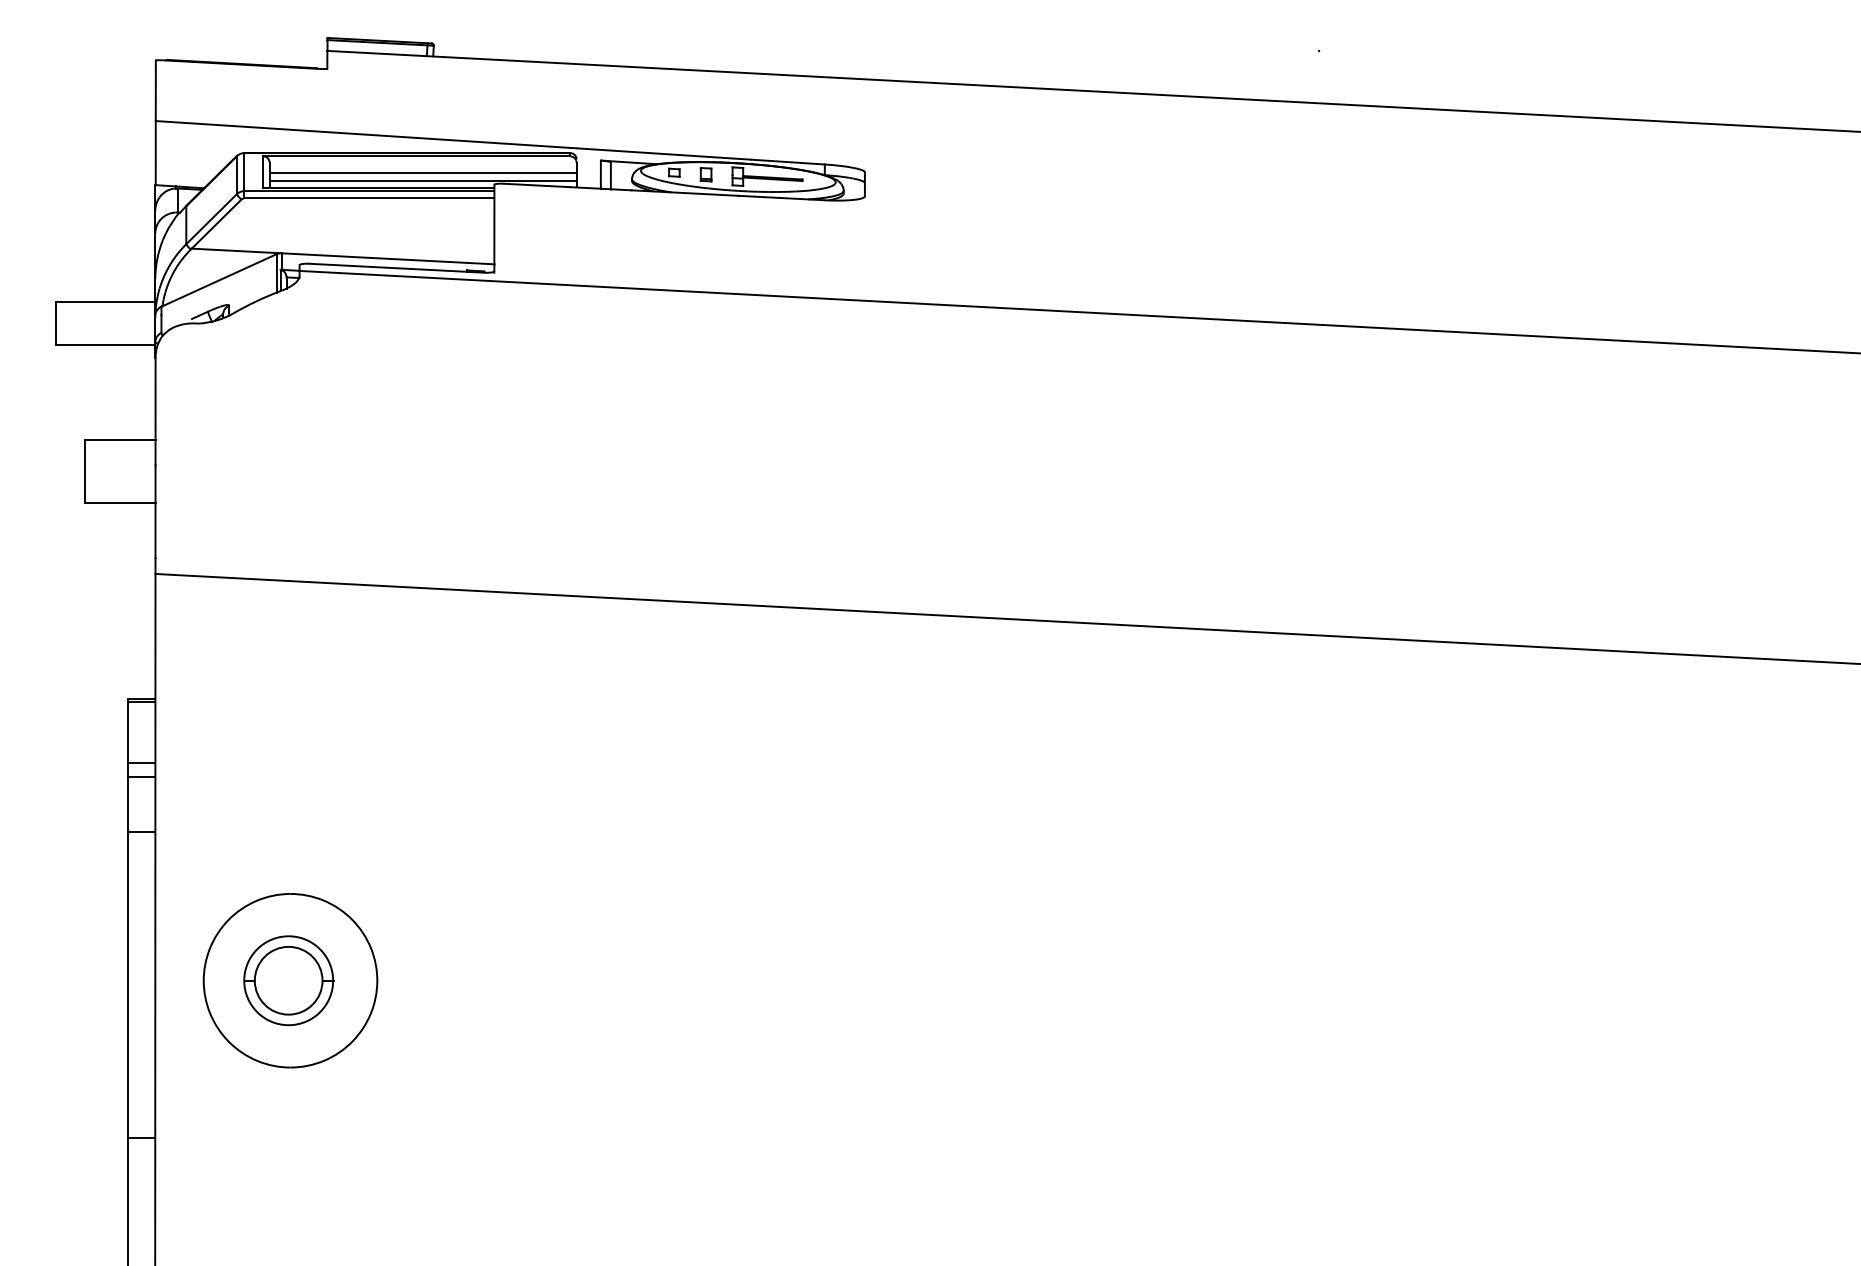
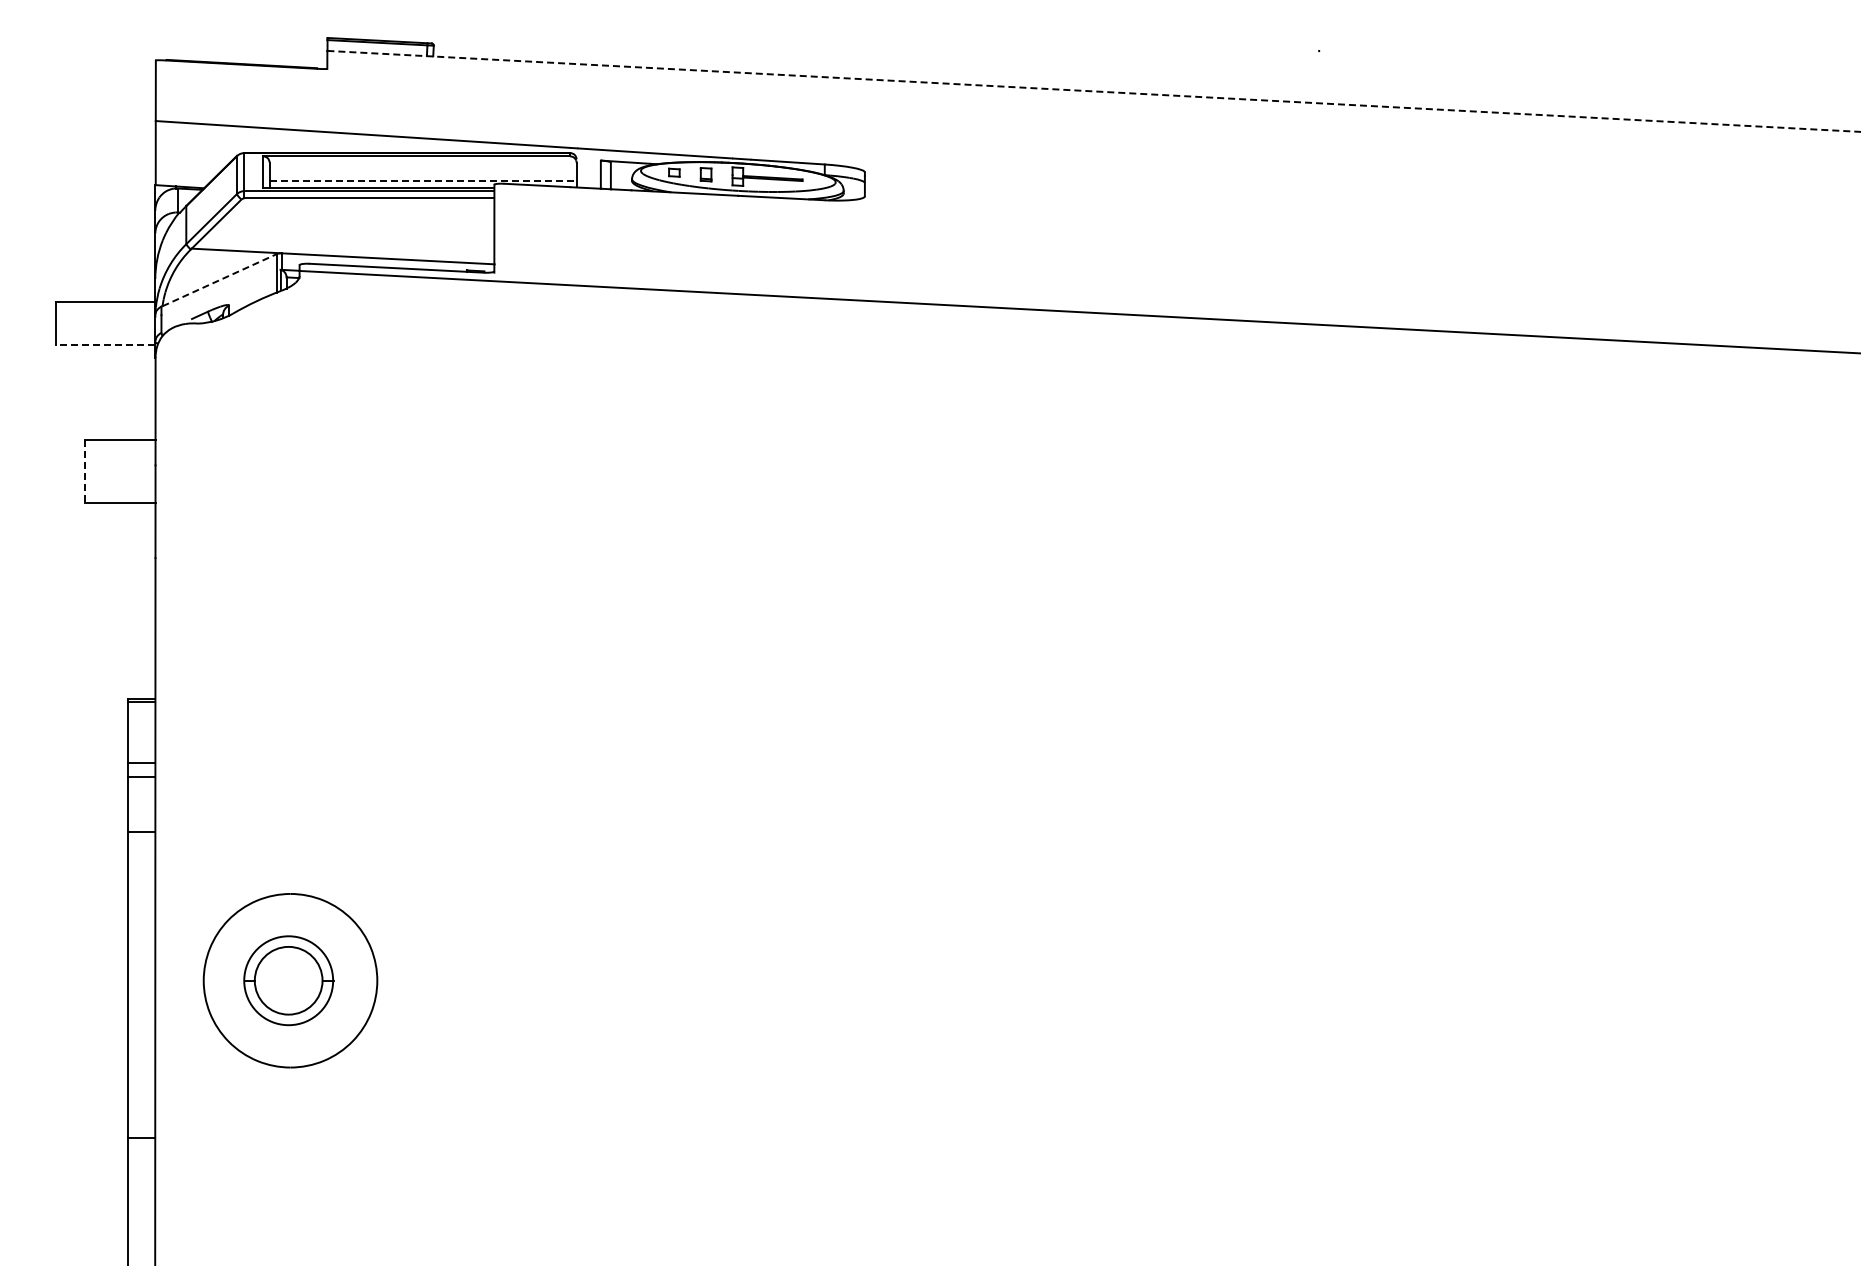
line at (1094, 91): solid -> dashed
line at (422, 173): present -> none
line at (423, 180): solid -> dashed
line at (219, 280): solid -> dashed
line at (105, 344): solid -> dashed
line at (85, 471): solid -> dashed
line at (1006, 618): present -> none
